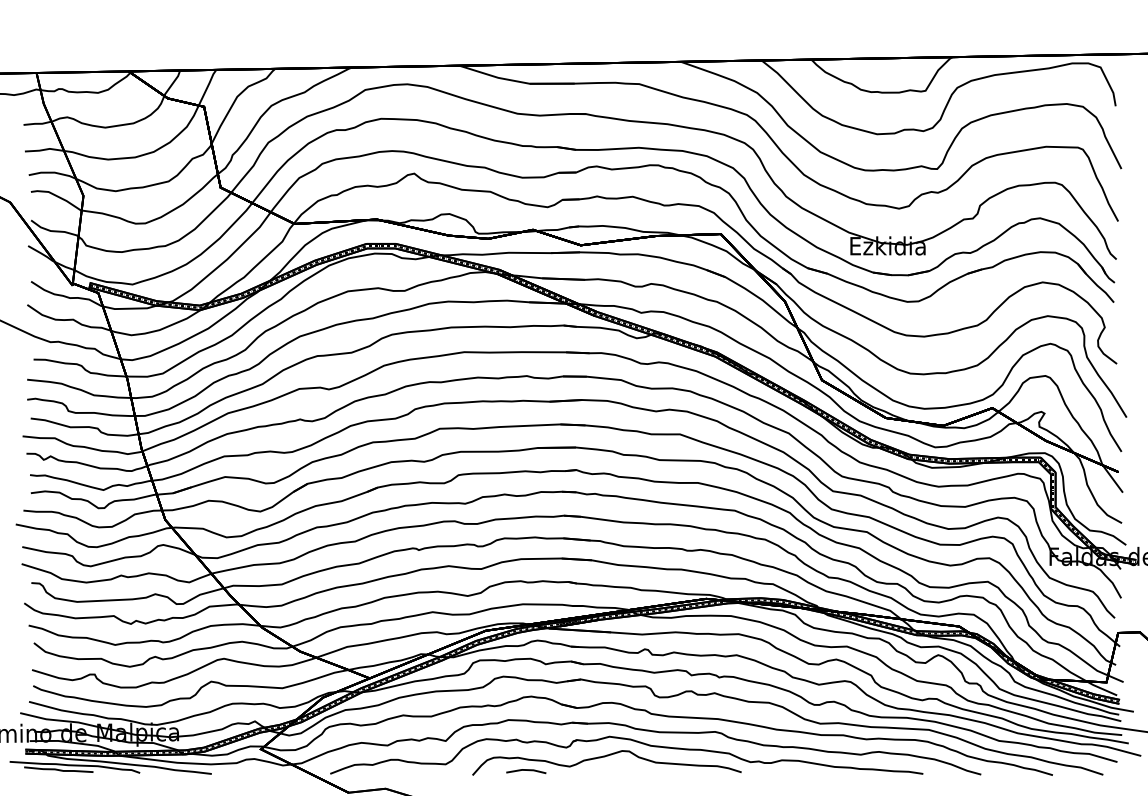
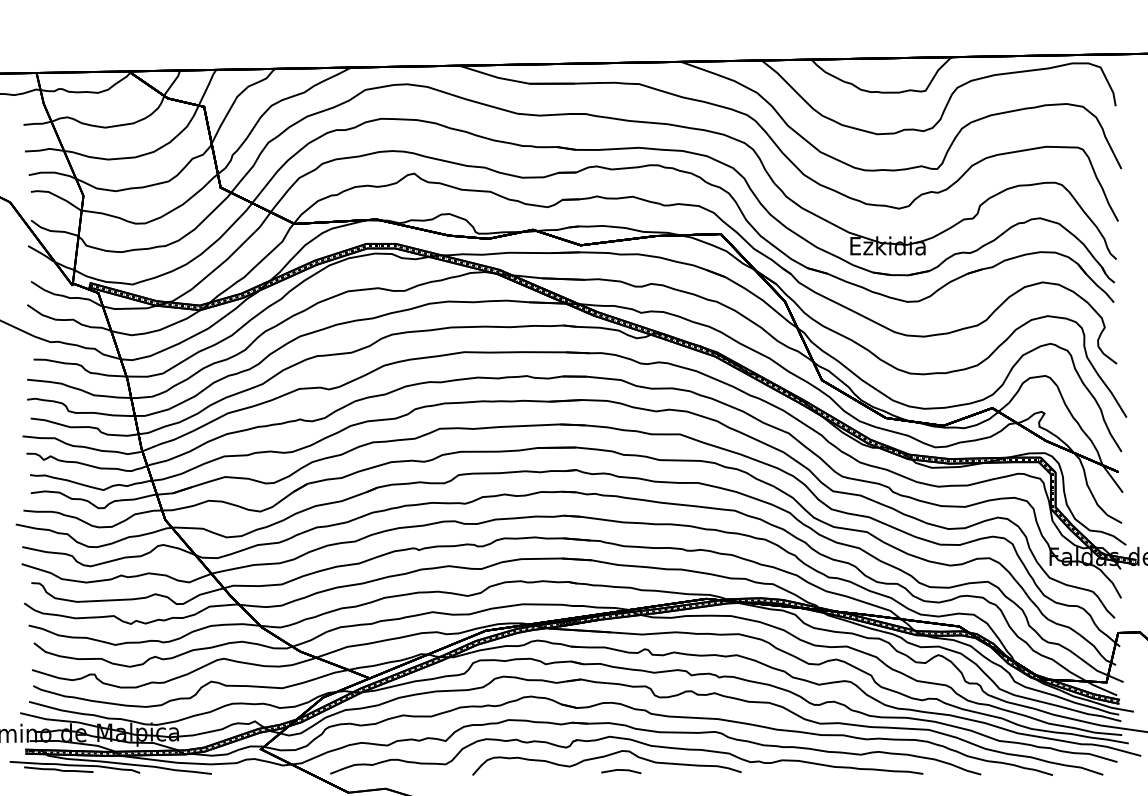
line at (526, 770) position: (526, 770) -> (621, 770)
